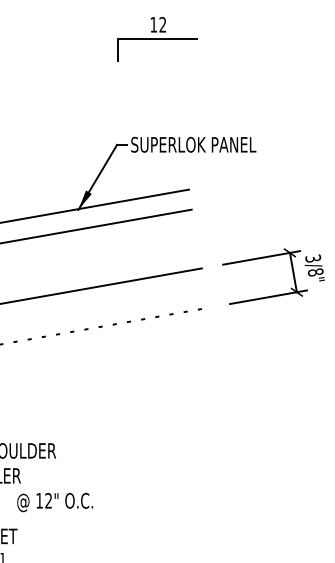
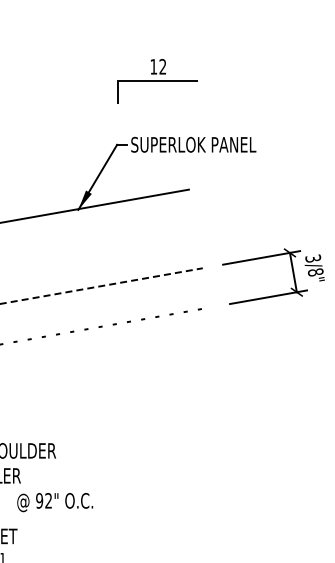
part at (157, 39) position: (157, 39) -> (157, 81)
line at (96, 226): present -> none
line at (102, 285): solid -> dashed
text at (39, 500): 12" -> 92"
